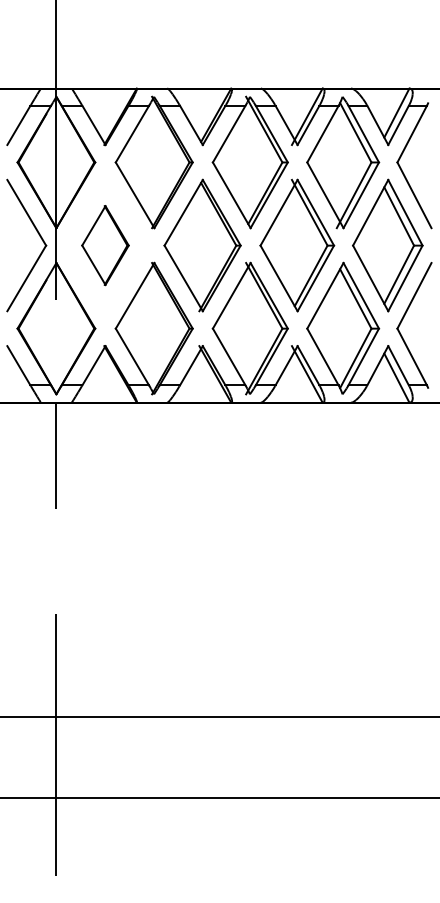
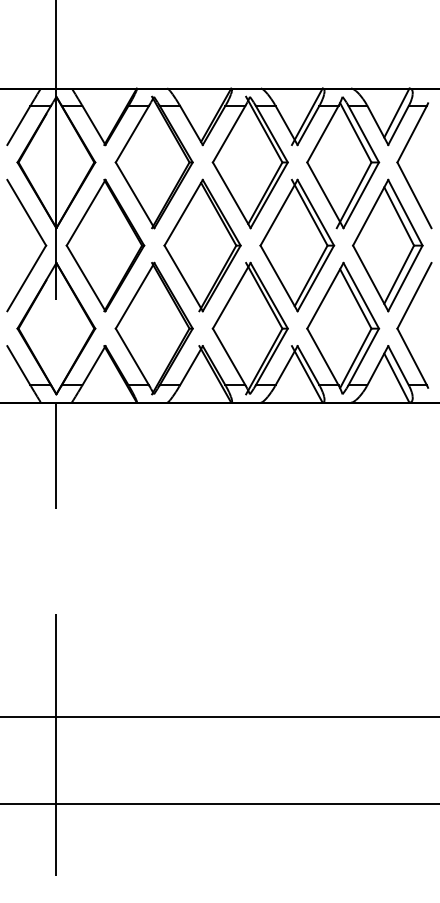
part at (105, 245) size: 49x82 px -> 81x135 px
line at (219, 798) position: (219, 798) -> (219, 804)
